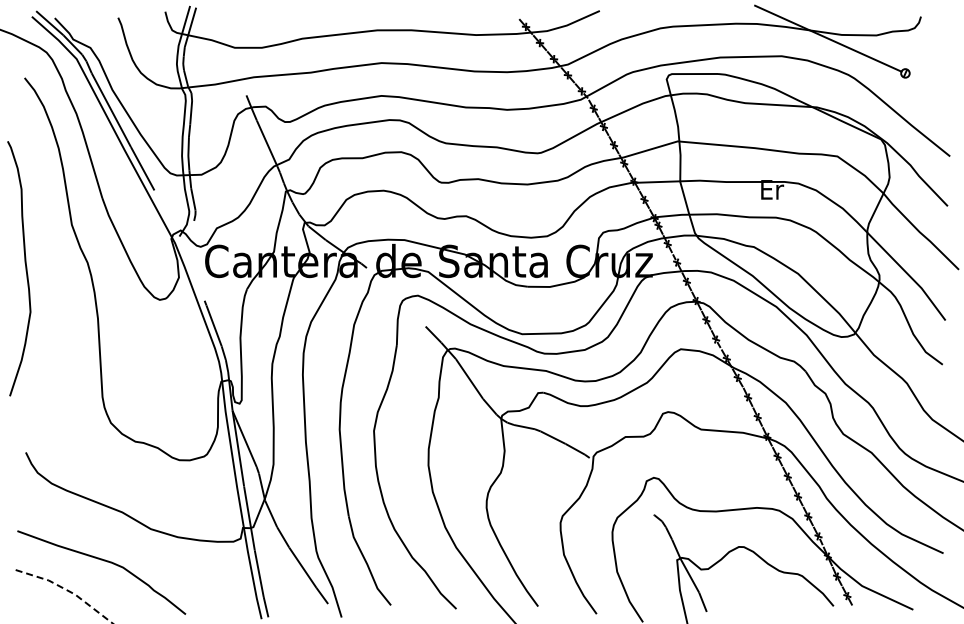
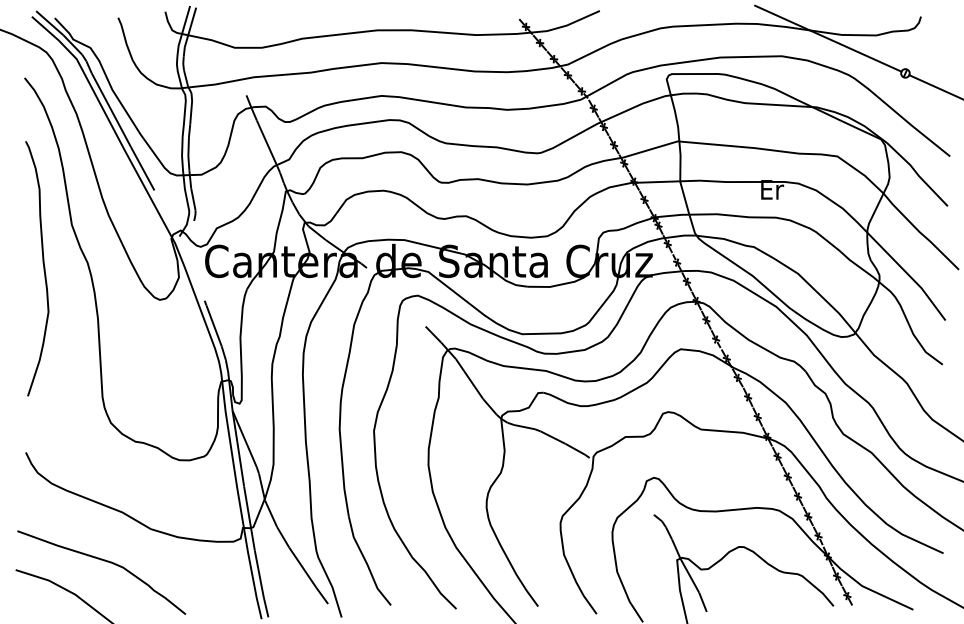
line at (934, 86): none -> present
curve at (25, 268) position: (25, 268) -> (43, 268)
line at (68, 590): dashed -> solid
